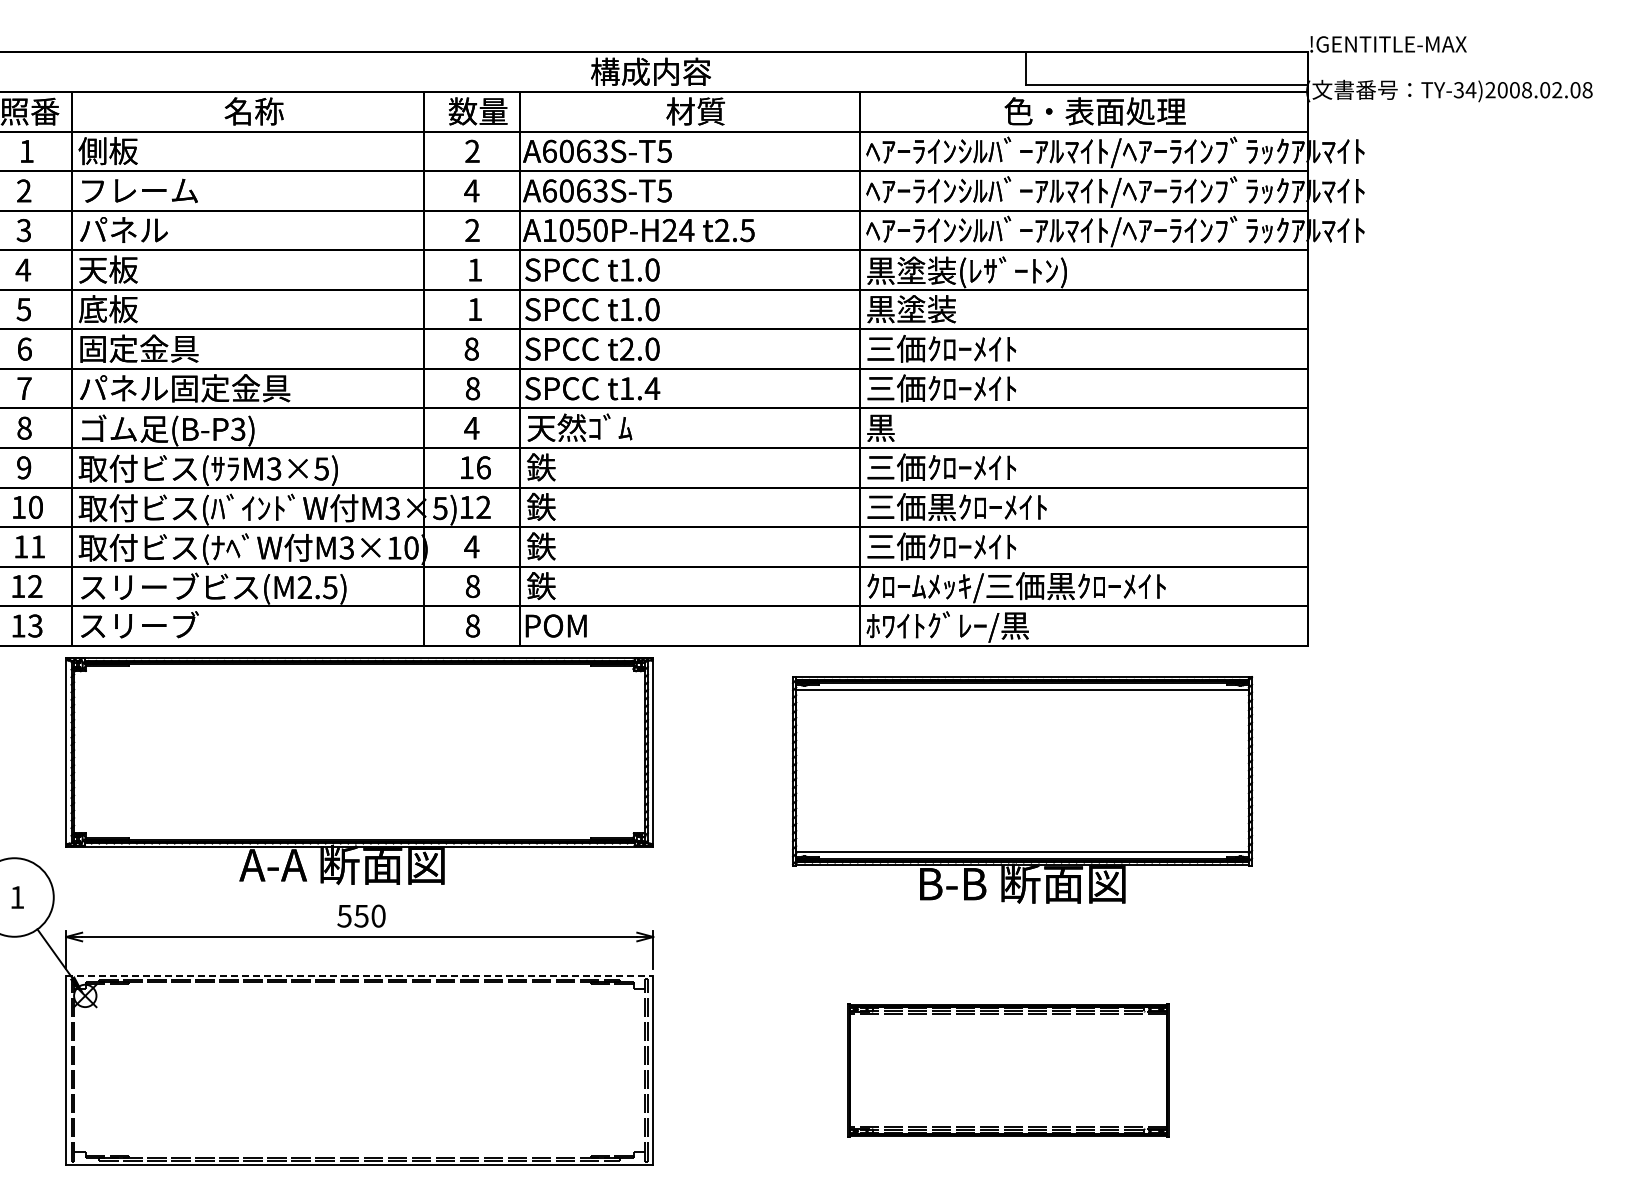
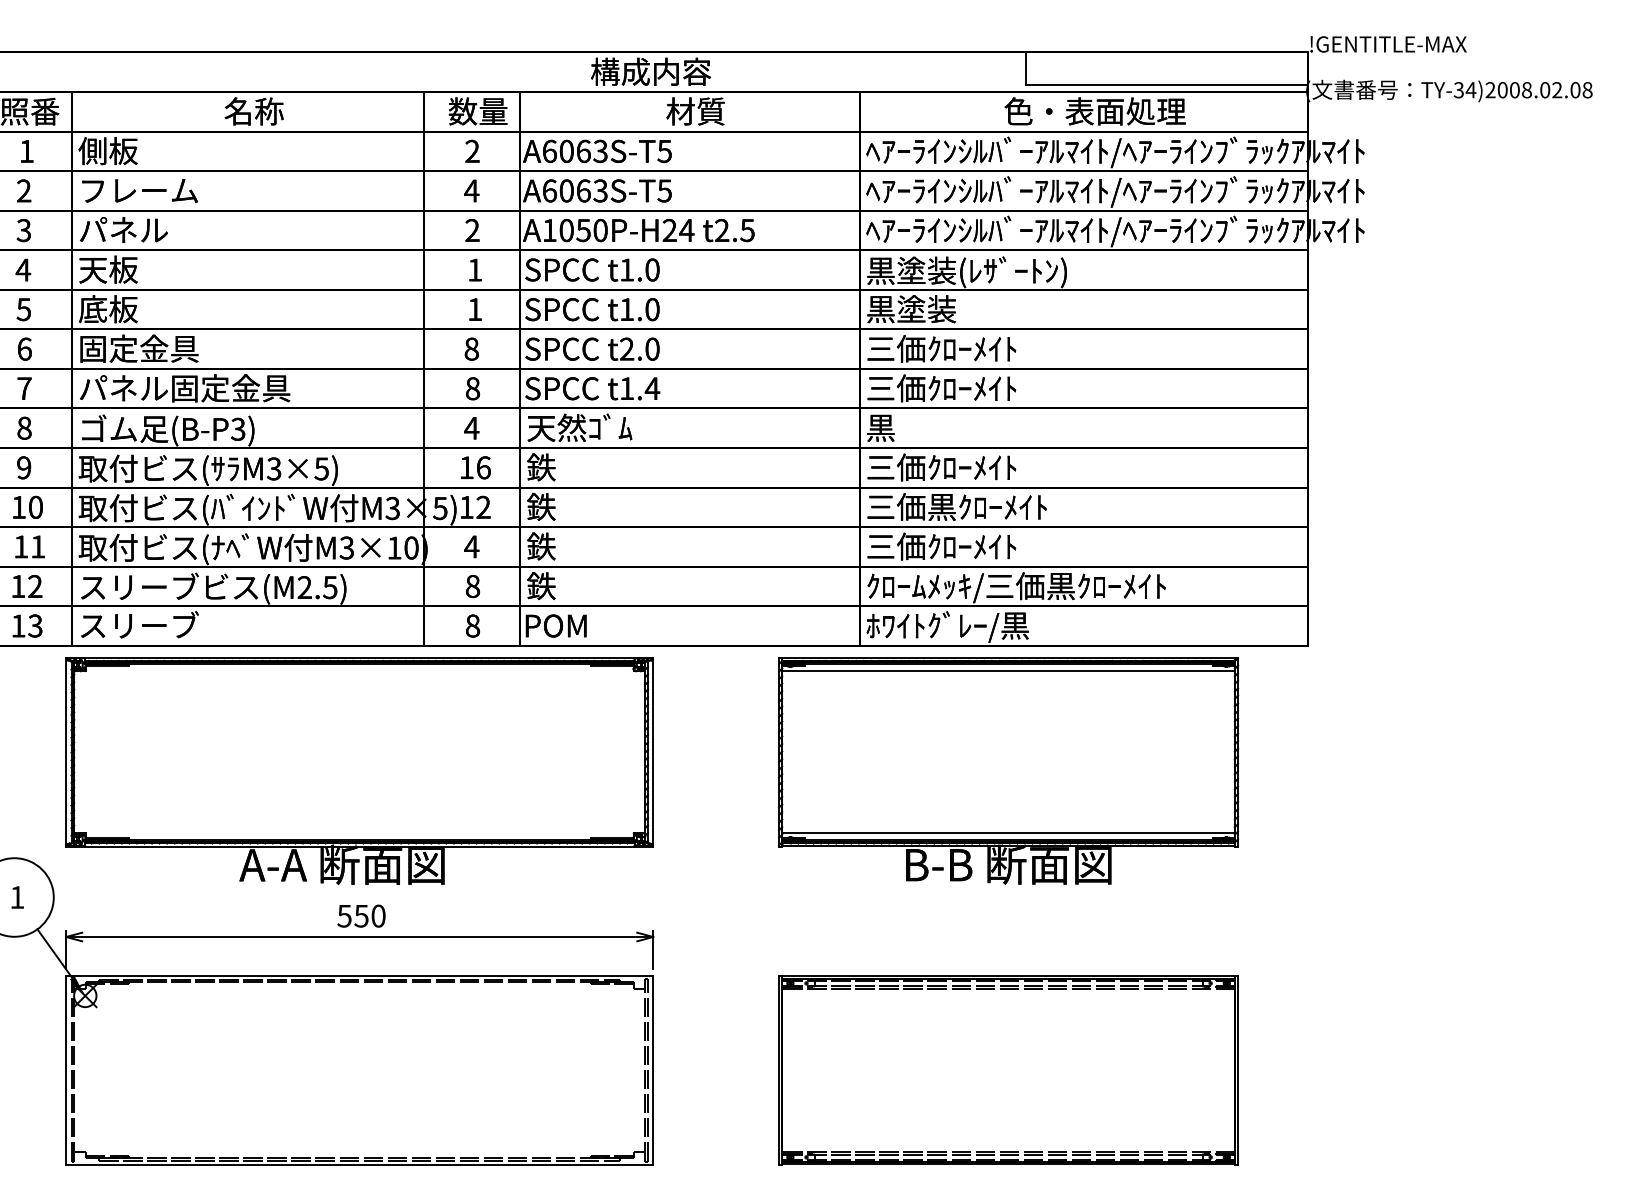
part at (1022, 789) position: (1022, 789) -> (1008, 770)
line at (359, 975): dashed -> solid
part at (1008, 1070) size: 323x135 px -> 461x191 px
